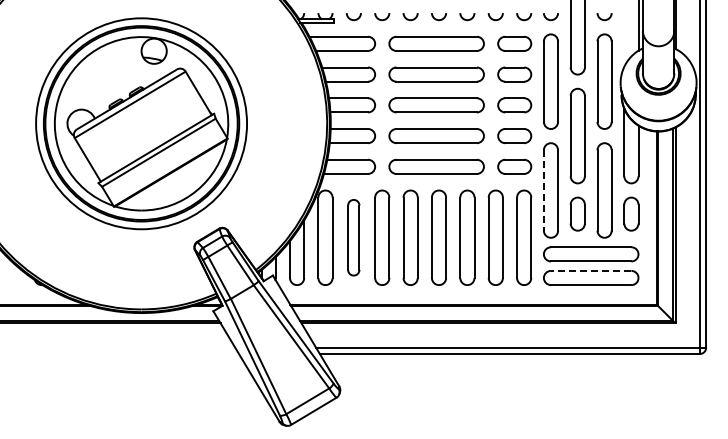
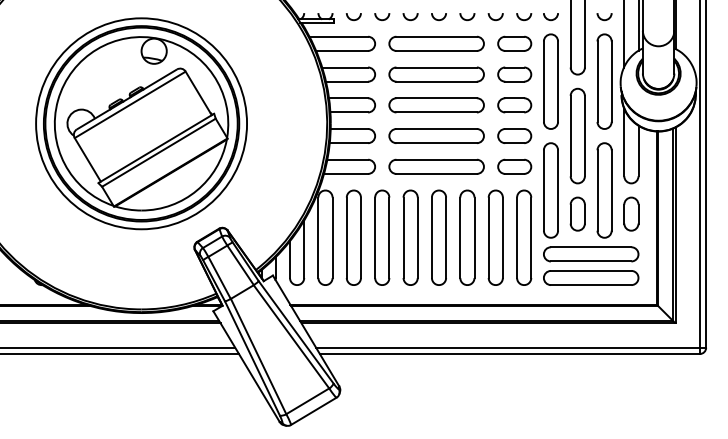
line at (624, 34): none -> present
line at (543, 191): dashed -> solid
part at (353, 237) size: 14x78 px -> 17x97 px
line at (590, 270): dashed -> solid
line at (118, 347): none -> present
line at (120, 354): none -> present
